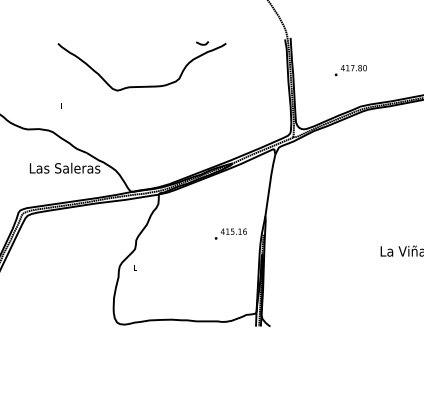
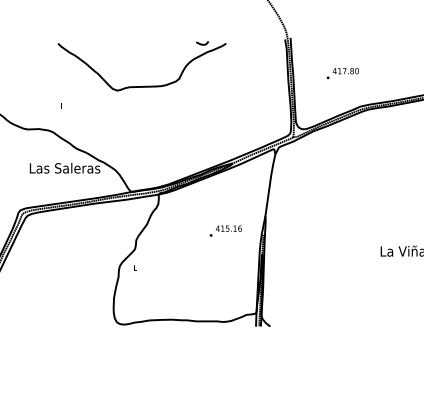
text at (350, 70) position: (350, 70) -> (342, 73)
text at (230, 233) position: (230, 233) -> (225, 230)
